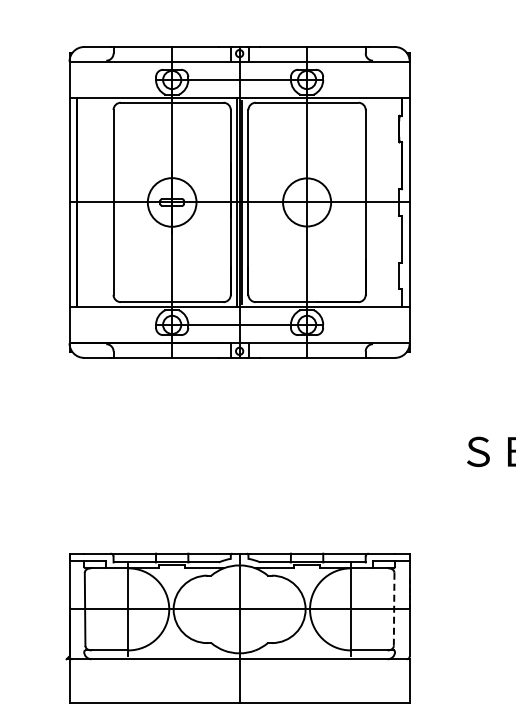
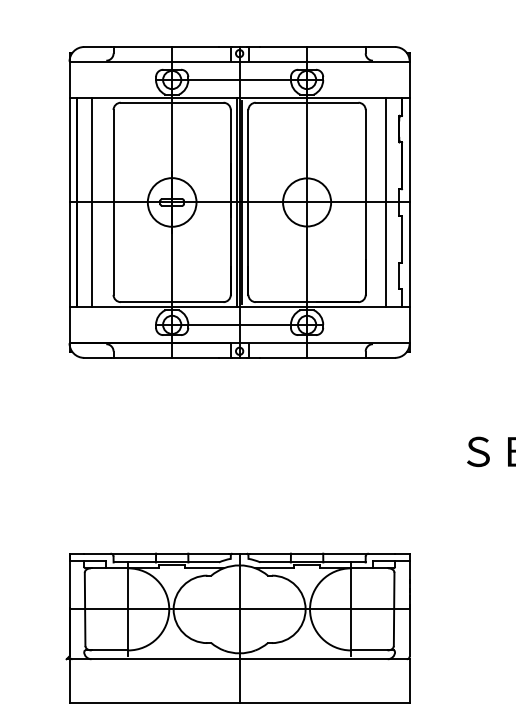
line at (92, 202): none -> present
line at (386, 202): none -> present
line at (394, 609): dashed -> solid
